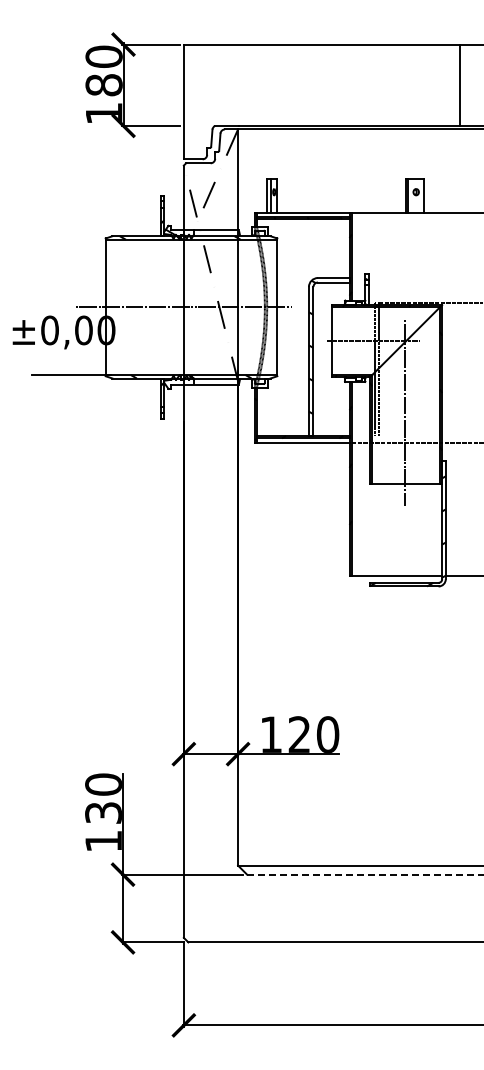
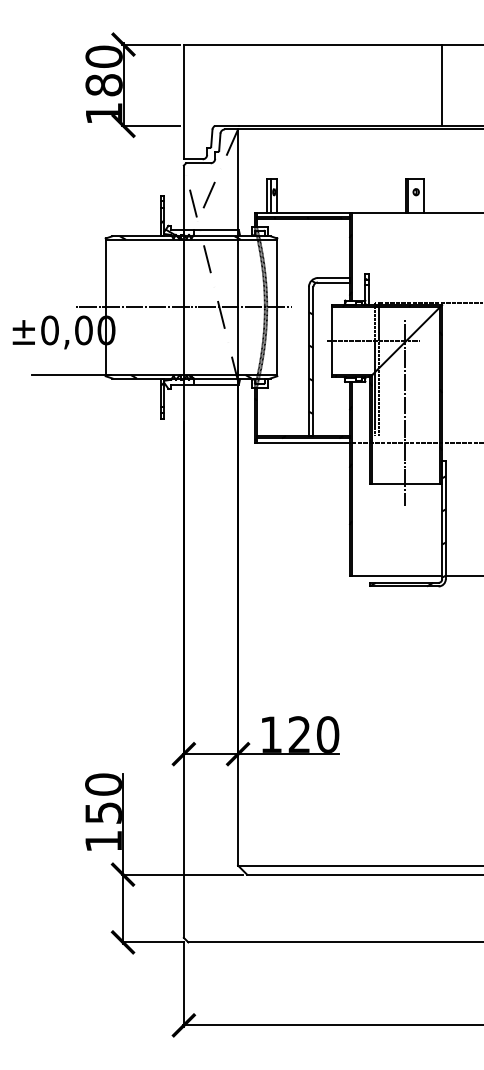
line at (460, 84) position: (460, 84) -> (442, 84)
text at (103, 812): 130 -> 150
line at (366, 874): dashed -> solid
